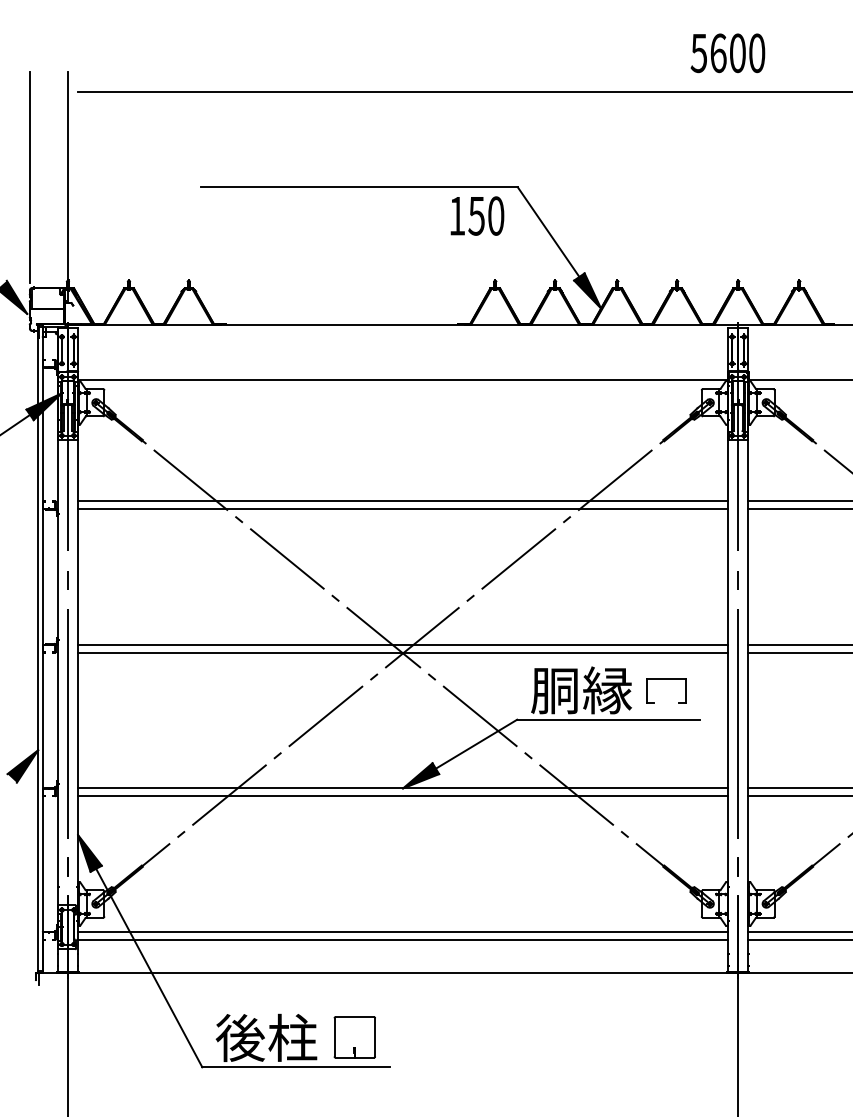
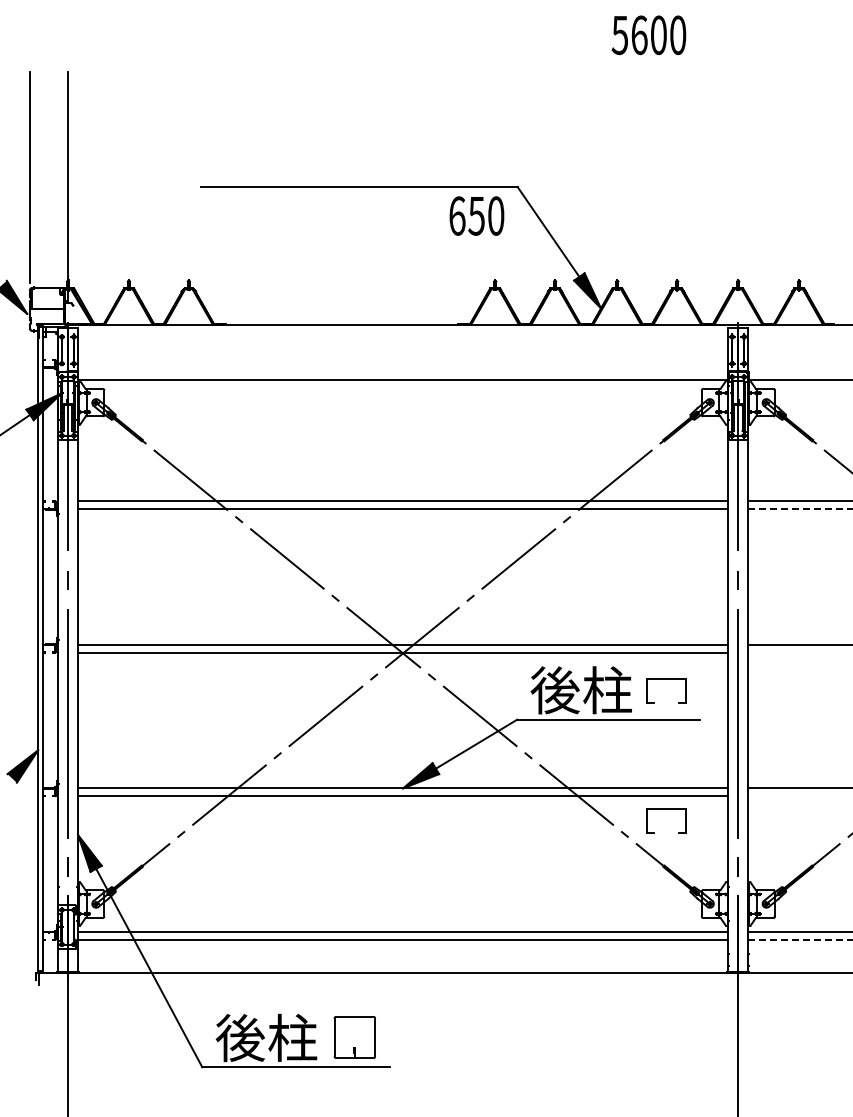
text at (727, 53) position: (727, 53) -> (648, 35)
line at (463, 91): present -> none
text at (457, 215): 150 -> 650
line at (800, 509): solid -> dashed
line at (798, 652): present -> none
text at (581, 690): 胴縁 -> 後柱
line at (798, 796): present -> none
part at (666, 809): none -> present
line at (800, 939): solid -> dashed
